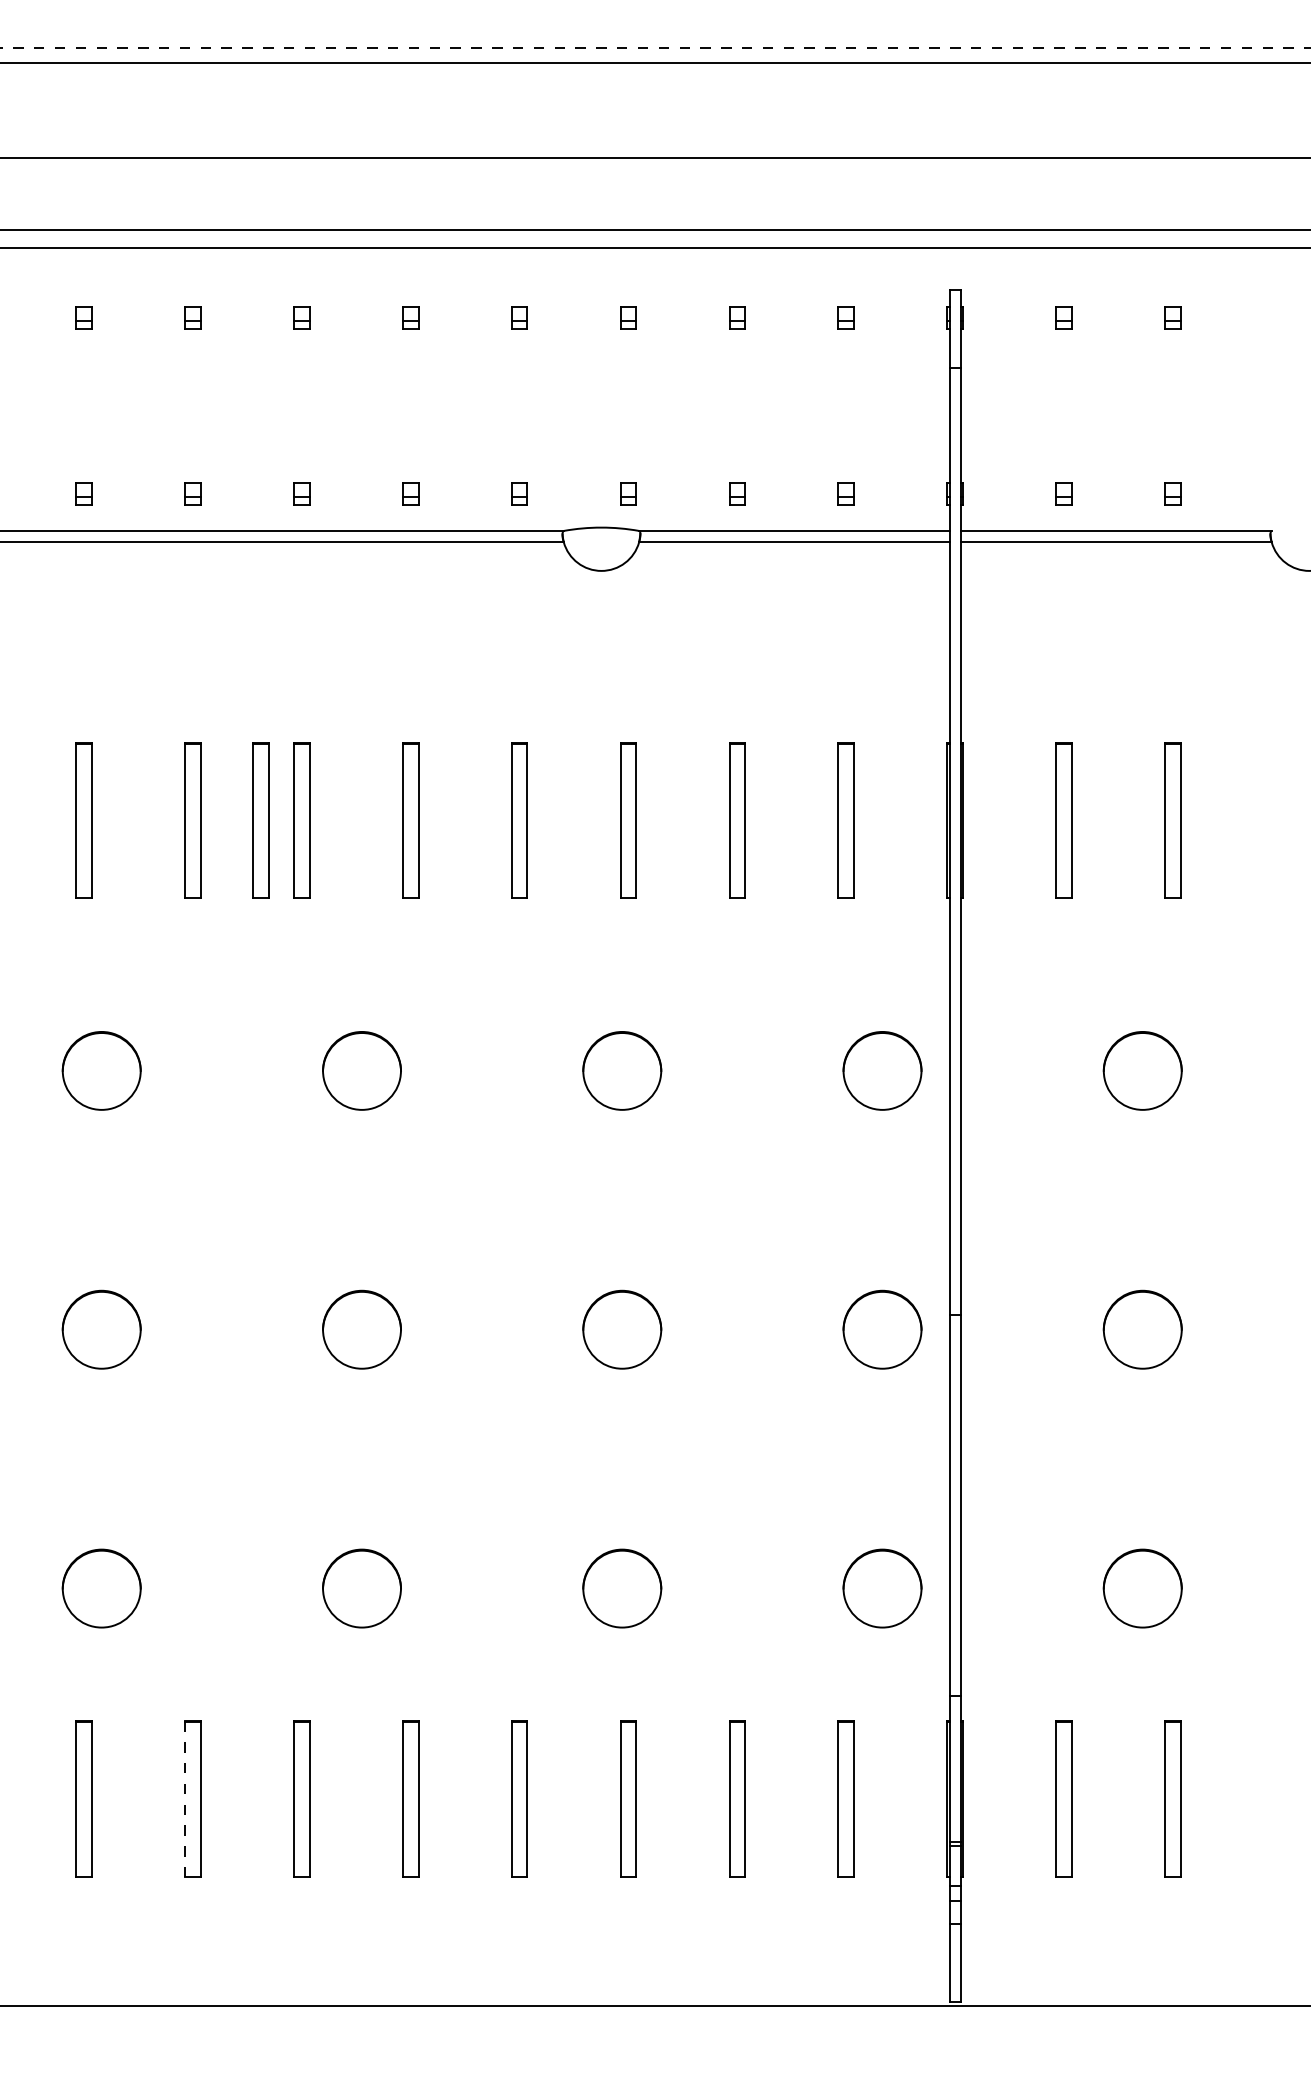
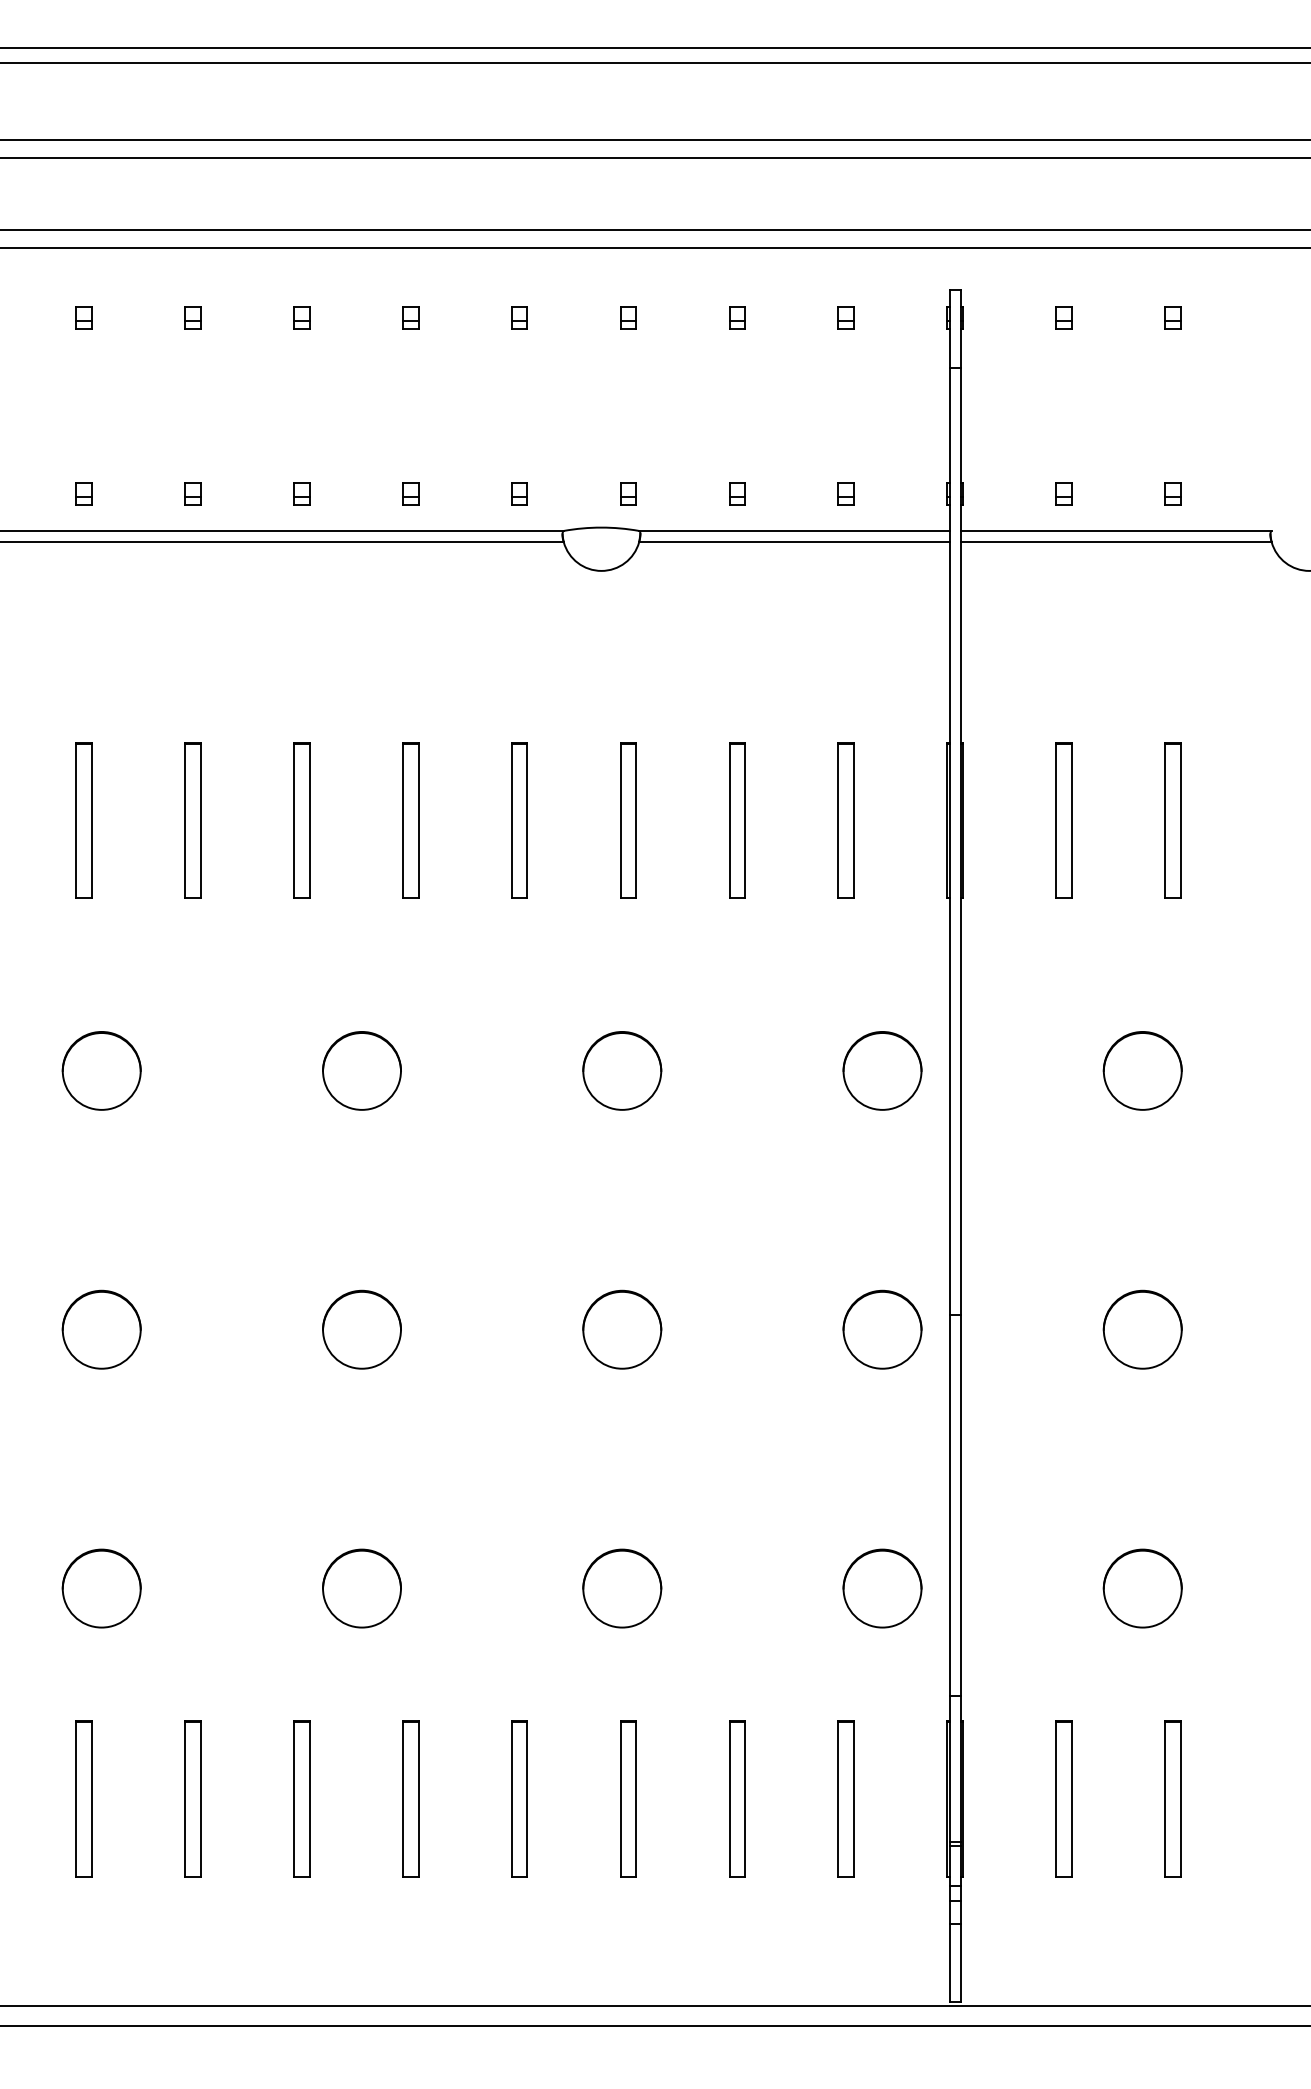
line at (656, 48): dashed -> solid
line at (654, 140): none -> present
part at (260, 820): present -> none
line at (185, 1799): dashed -> solid
line at (654, 2026): none -> present
